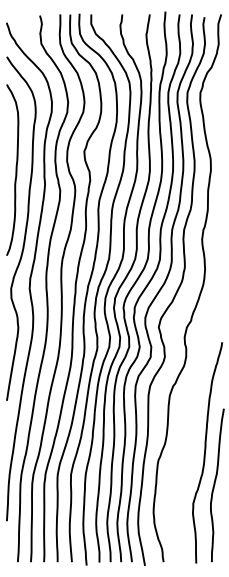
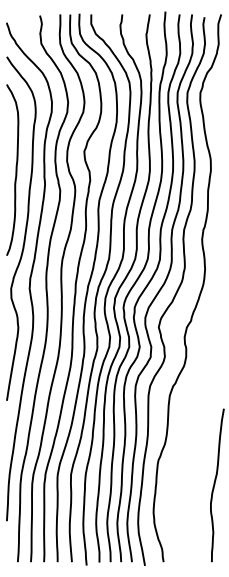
curve at (205, 452): present -> none
